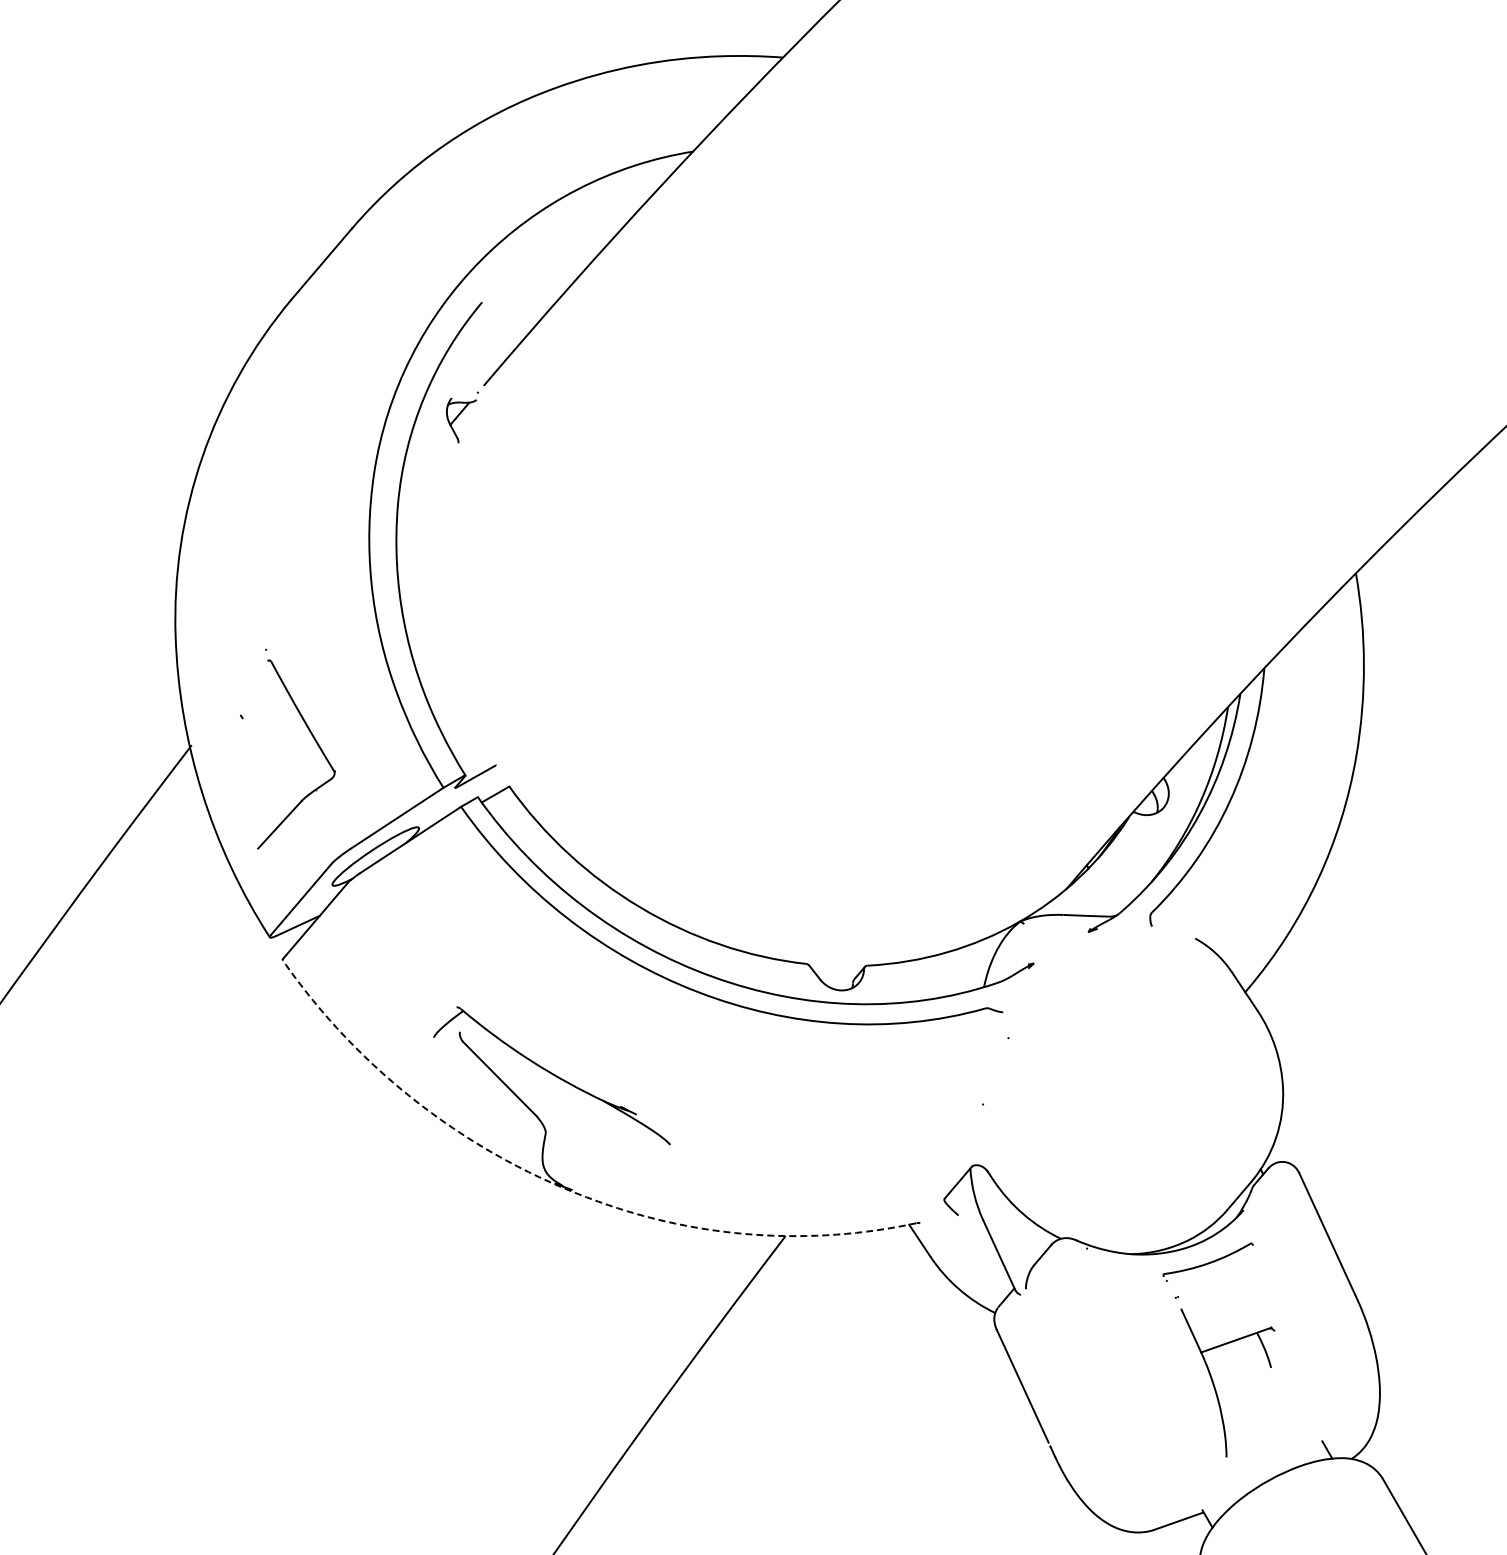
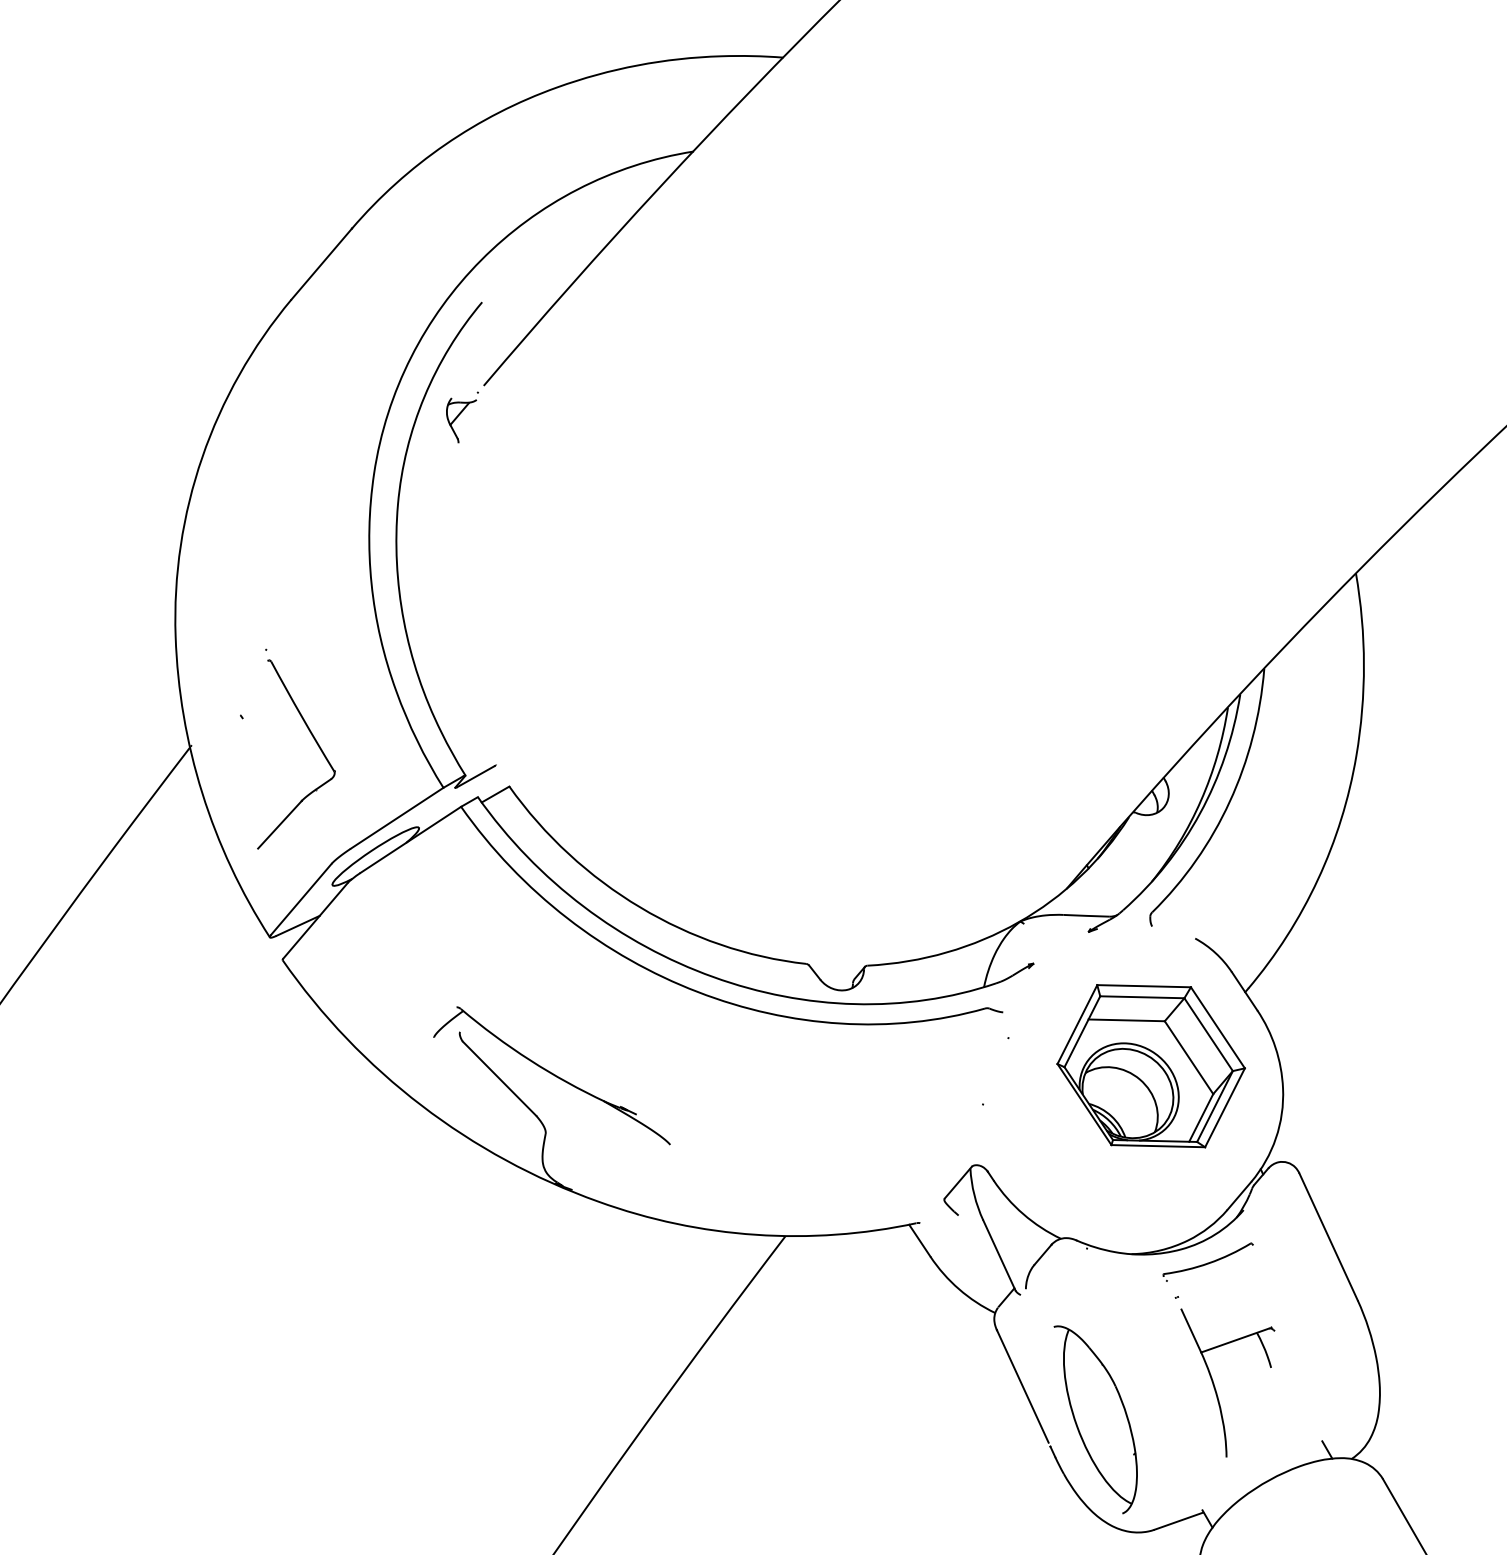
part at (1150, 1066): none -> present
line at (562, 1187): dashed -> solid
part at (1095, 1419): none -> present
